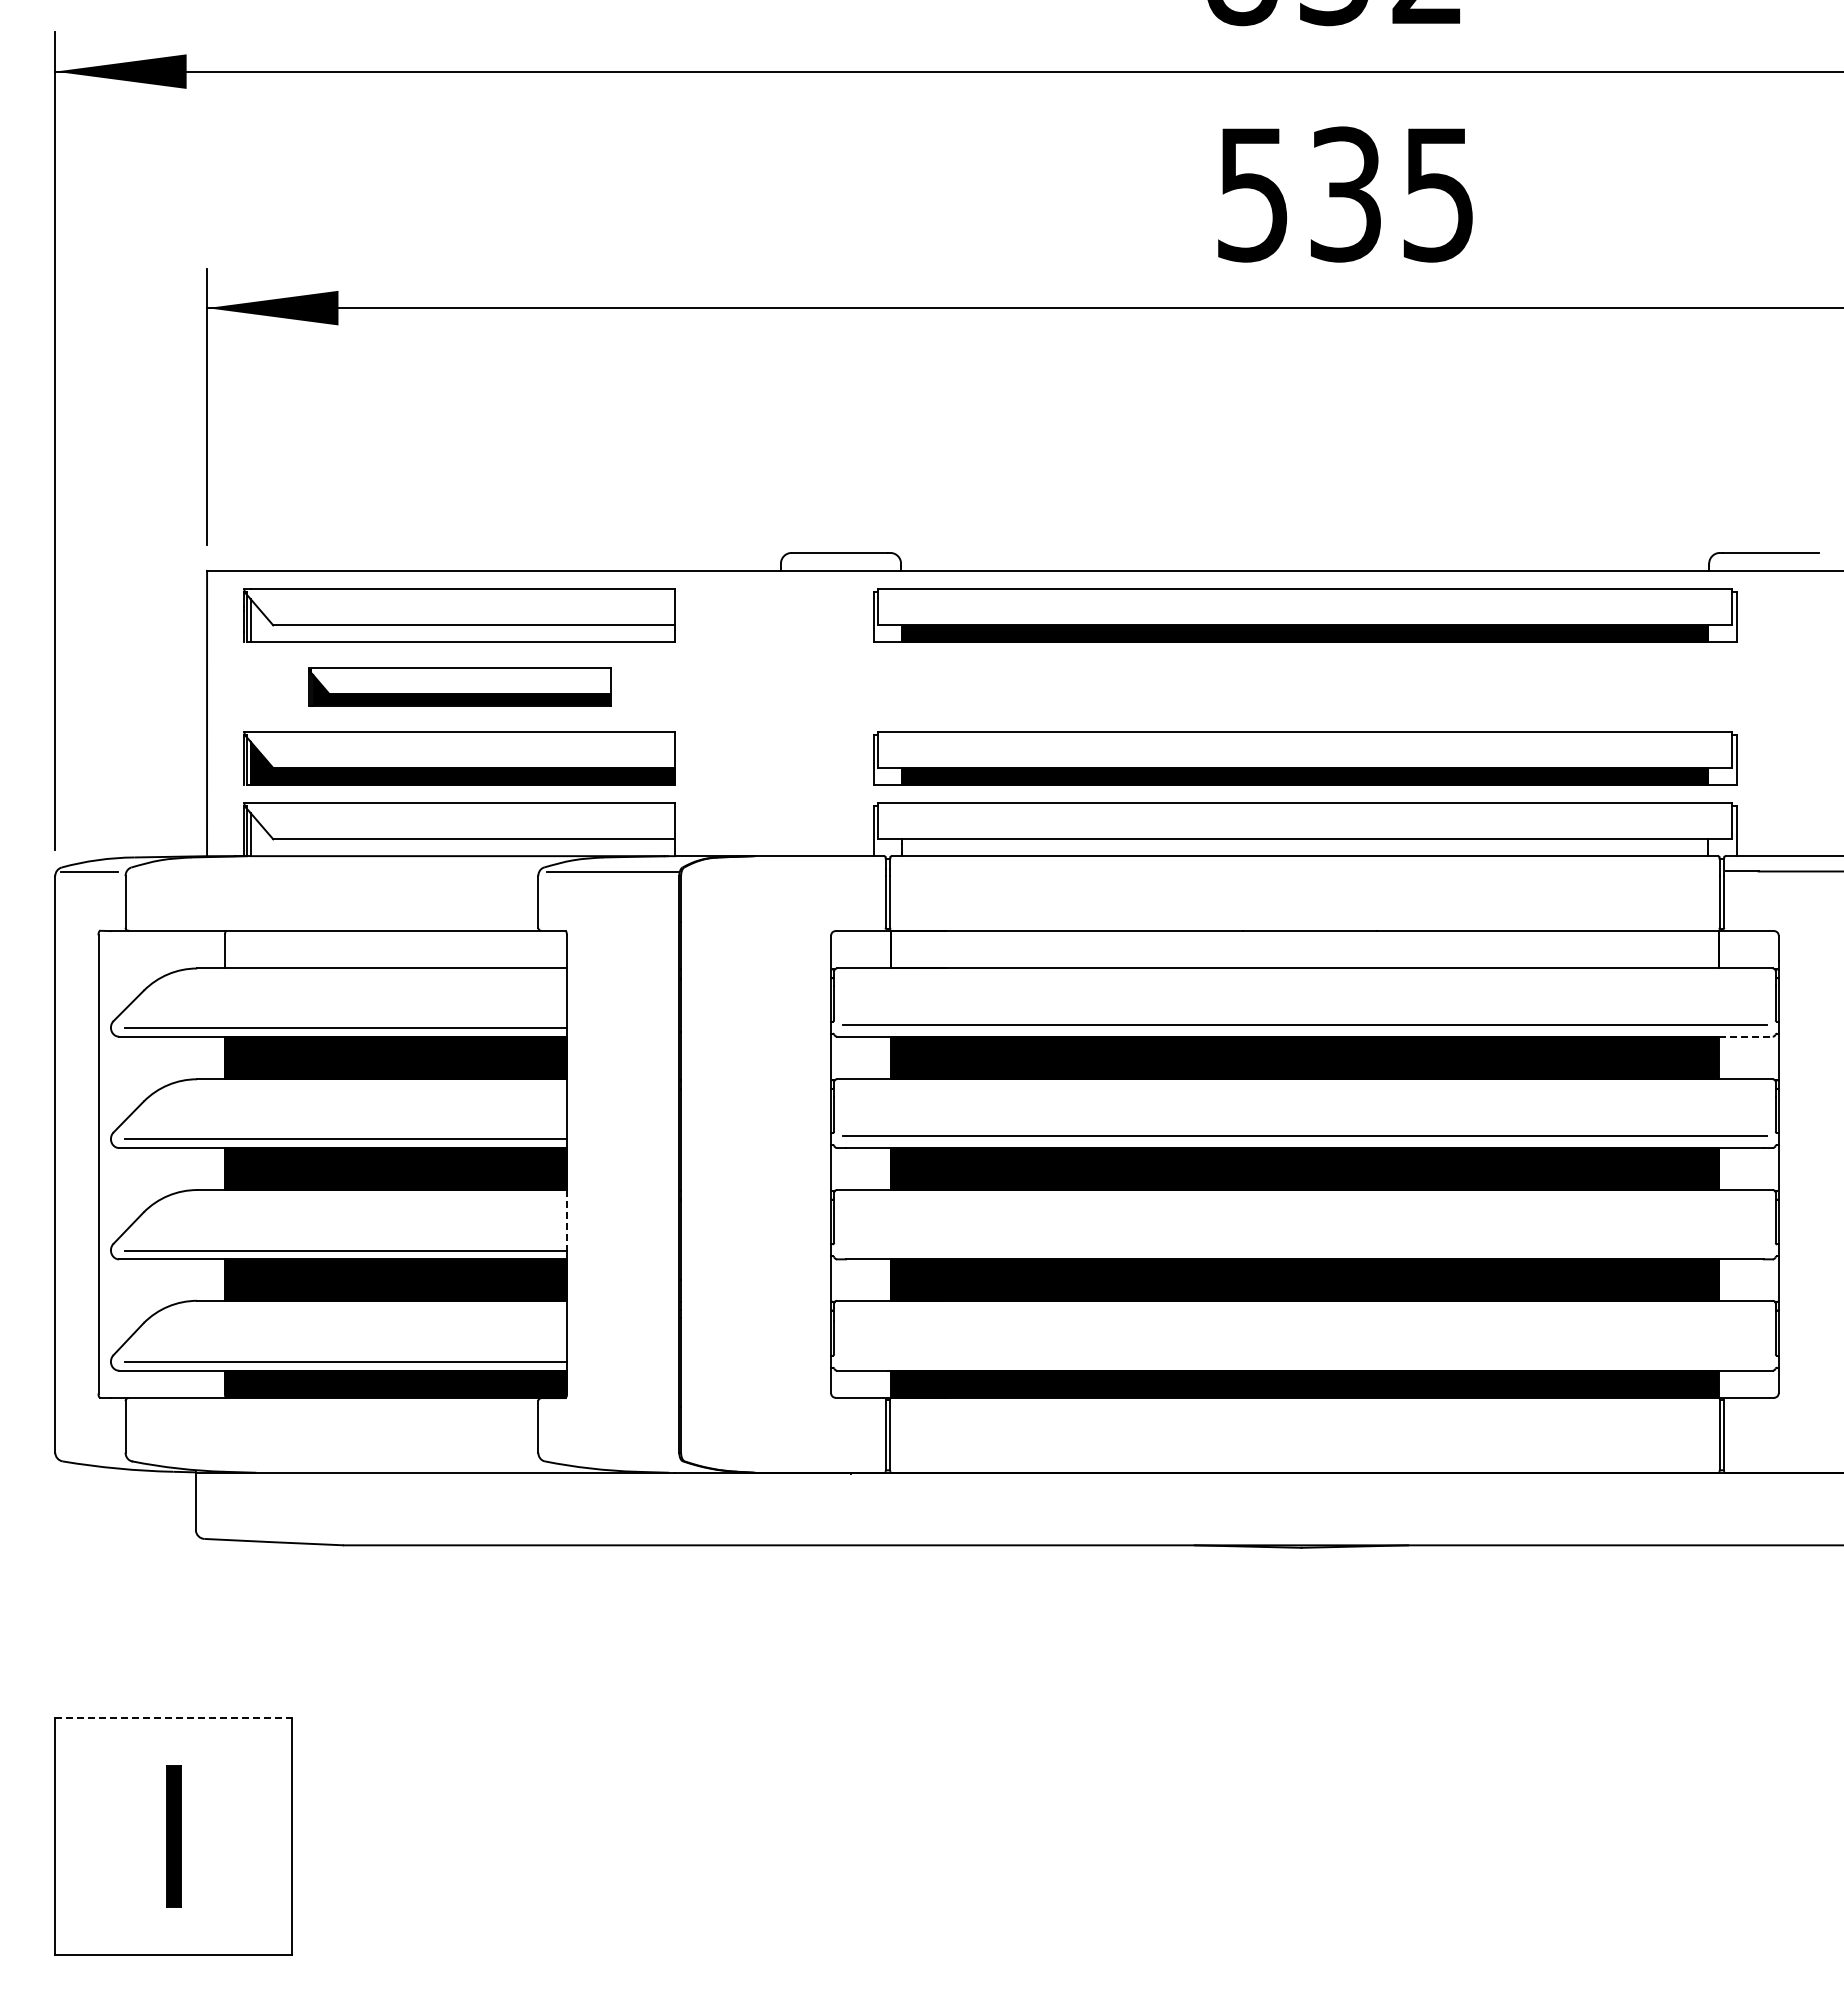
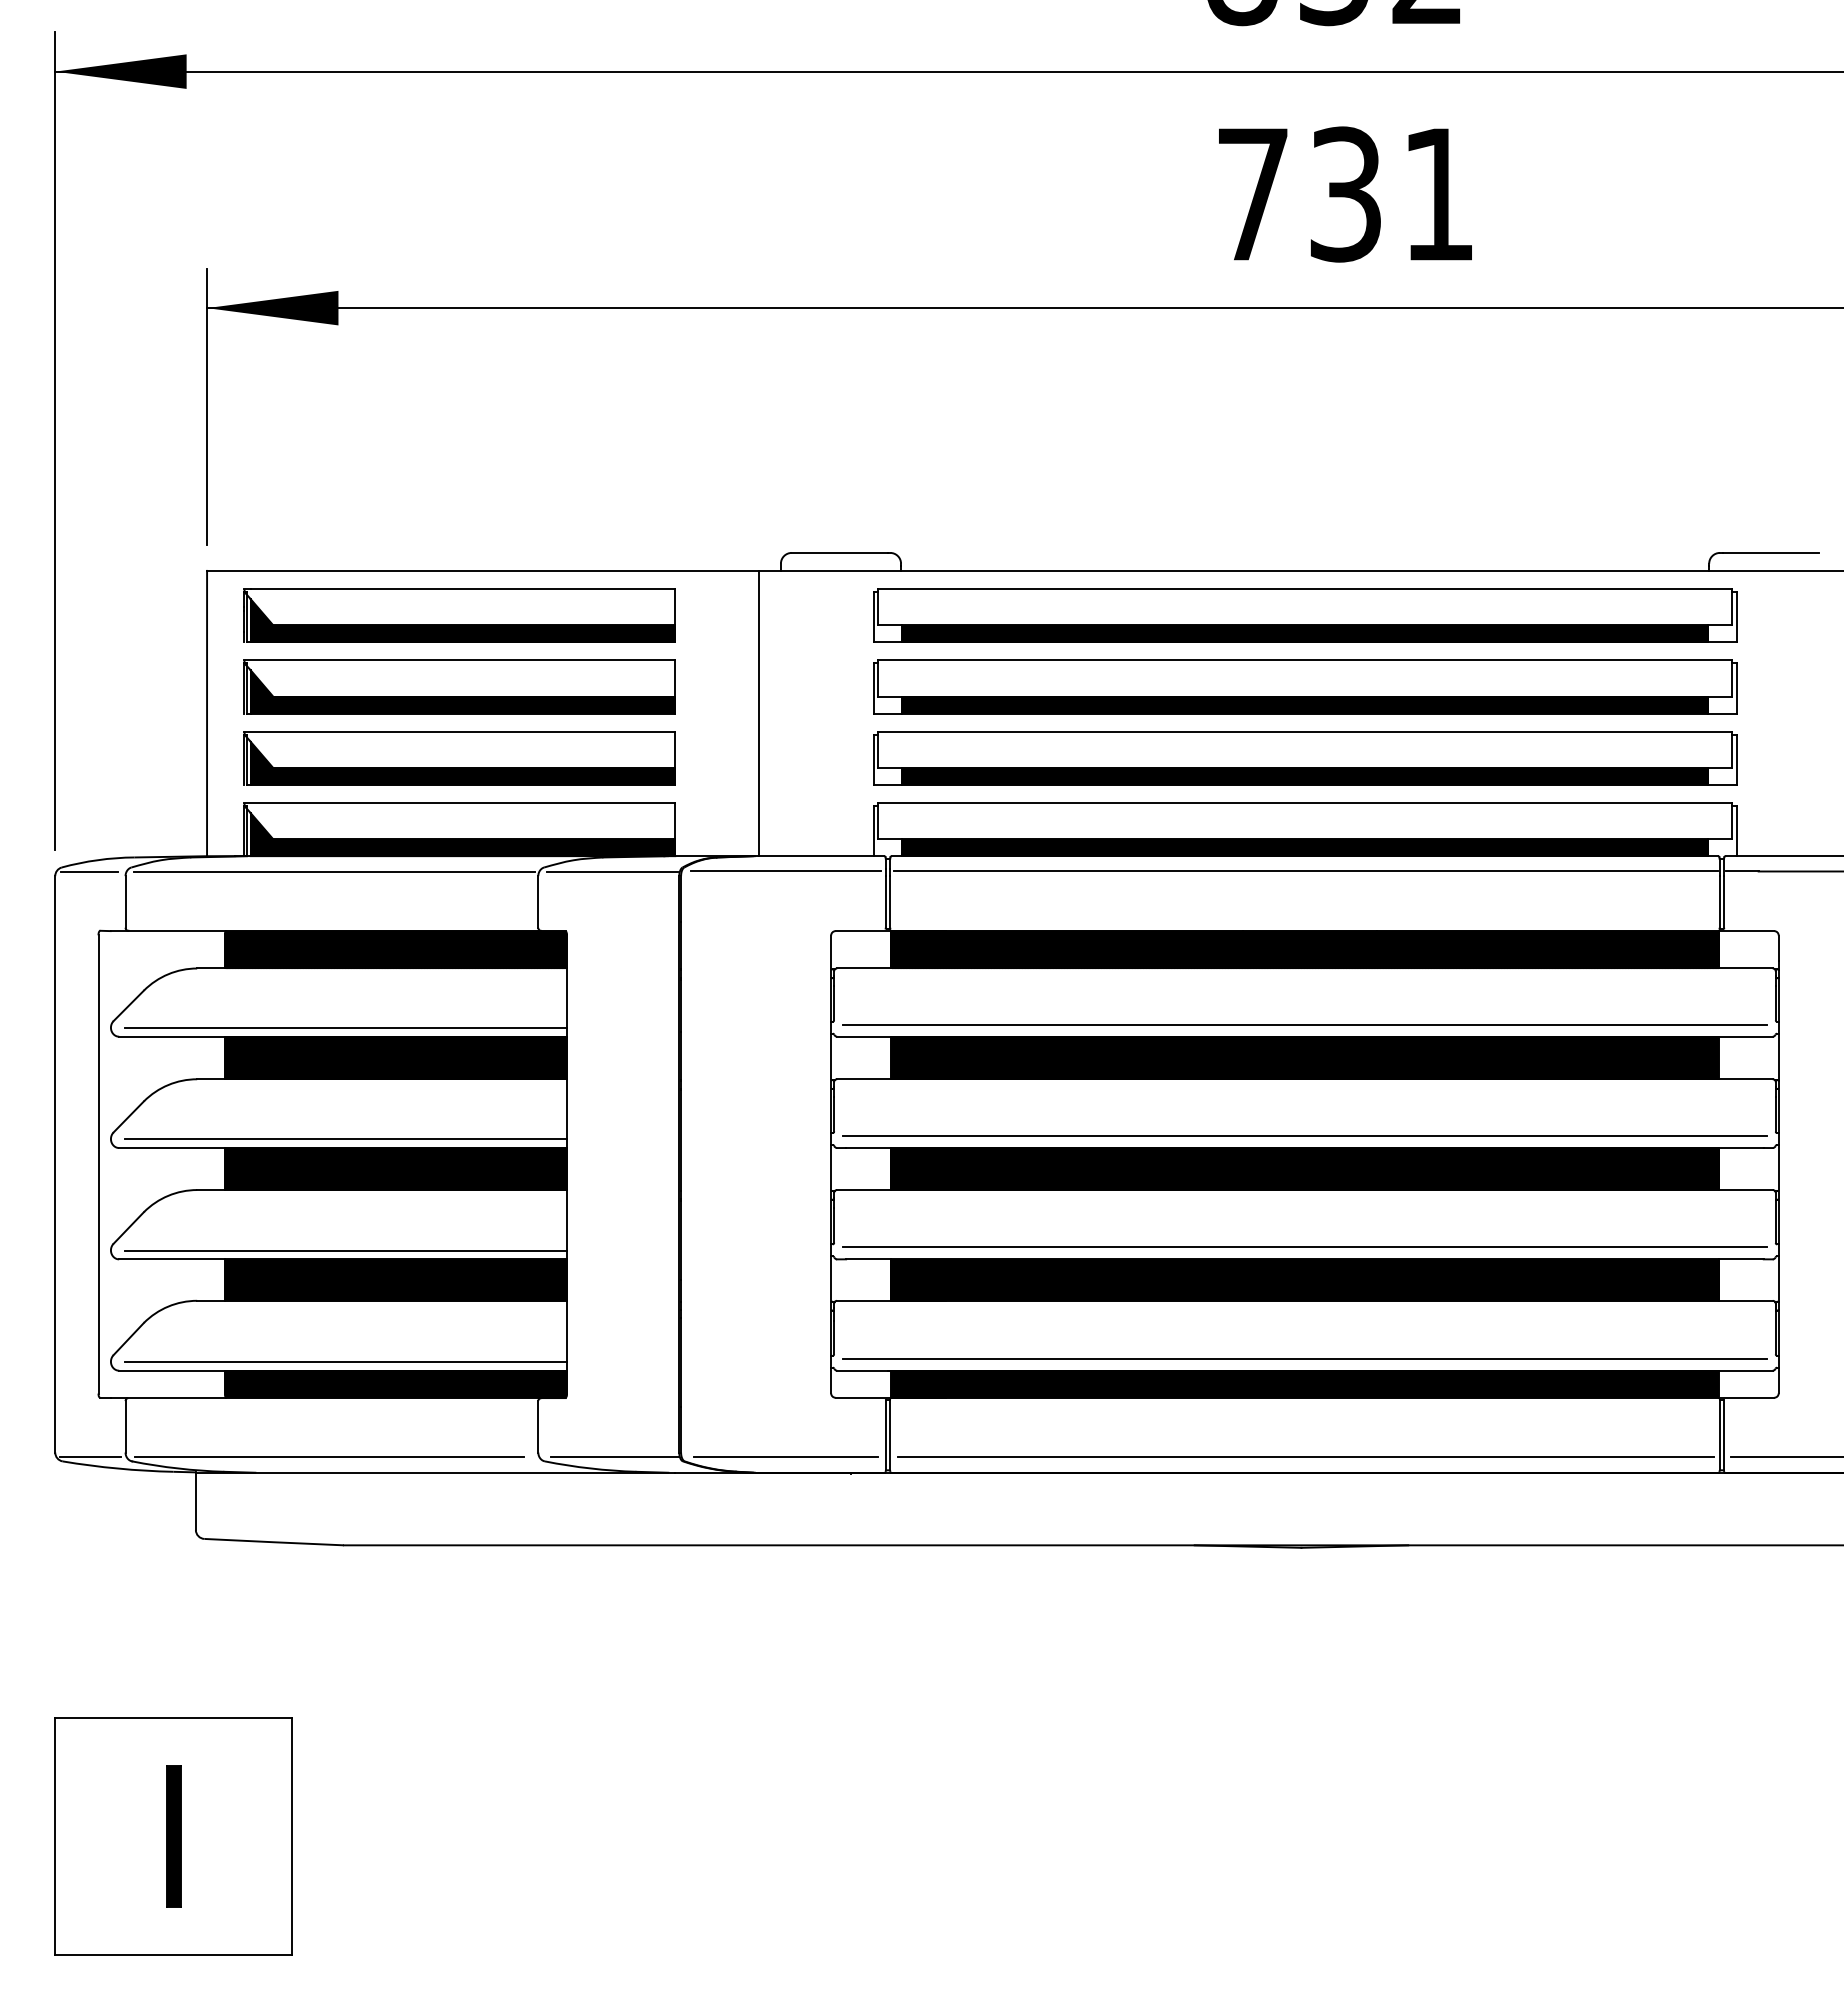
text at (1345, 195): 535 -> 731
hatch at (462, 620): none -> present
part at (459, 686) size: 304x40 px -> 433x56 px
part at (1305, 686): none -> present
line at (759, 713): none -> present
hatch at (462, 834): none -> present
hatch at (1305, 847): none -> present
line at (334, 871): none -> present
line at (786, 871): none -> present
line at (1306, 871): none -> present
hatch at (396, 949): none -> present
hatch at (1304, 949): none -> present
line at (1746, 1036): dashed -> solid
line at (567, 1220): dashed -> solid
line at (1304, 1247): none -> present
line at (1304, 1358): none -> present
line at (89, 1456): none -> present
line at (328, 1456): none -> present
line at (614, 1456): none -> present
line at (786, 1457): none -> present
line at (1305, 1457): none -> present
line at (1785, 1457): none -> present
line at (174, 1718): dashed -> solid
